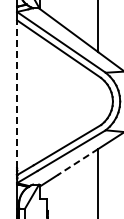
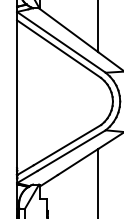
line at (17, 94): dashed -> solid
line at (77, 162): dashed -> solid
